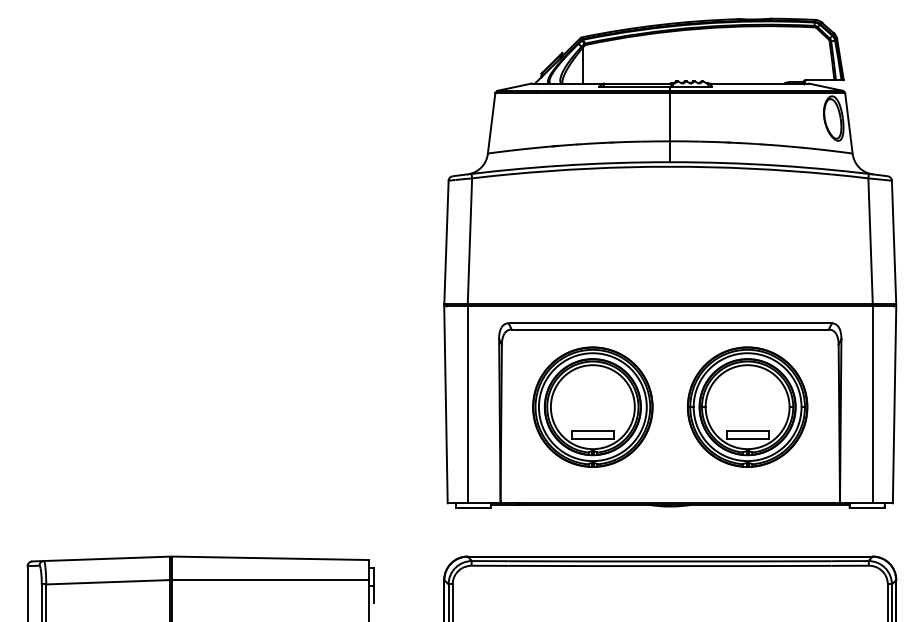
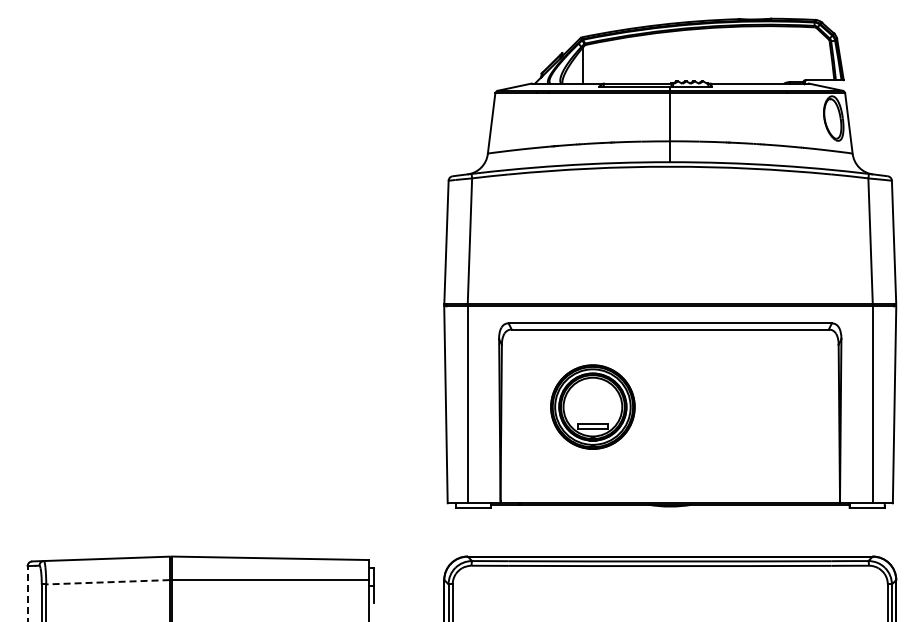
part at (592, 406) size: 122x122 px -> 86x86 px
part at (747, 406): present -> none
line at (107, 582): solid -> dashed
line at (27, 593): solid -> dashed
